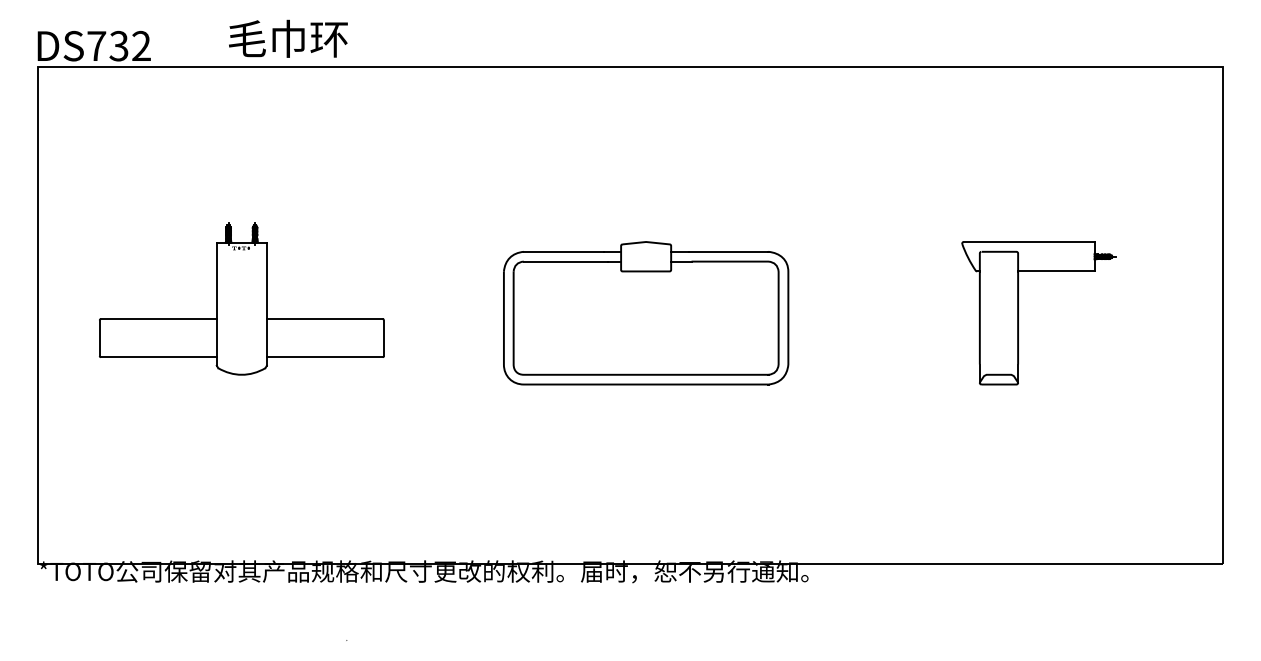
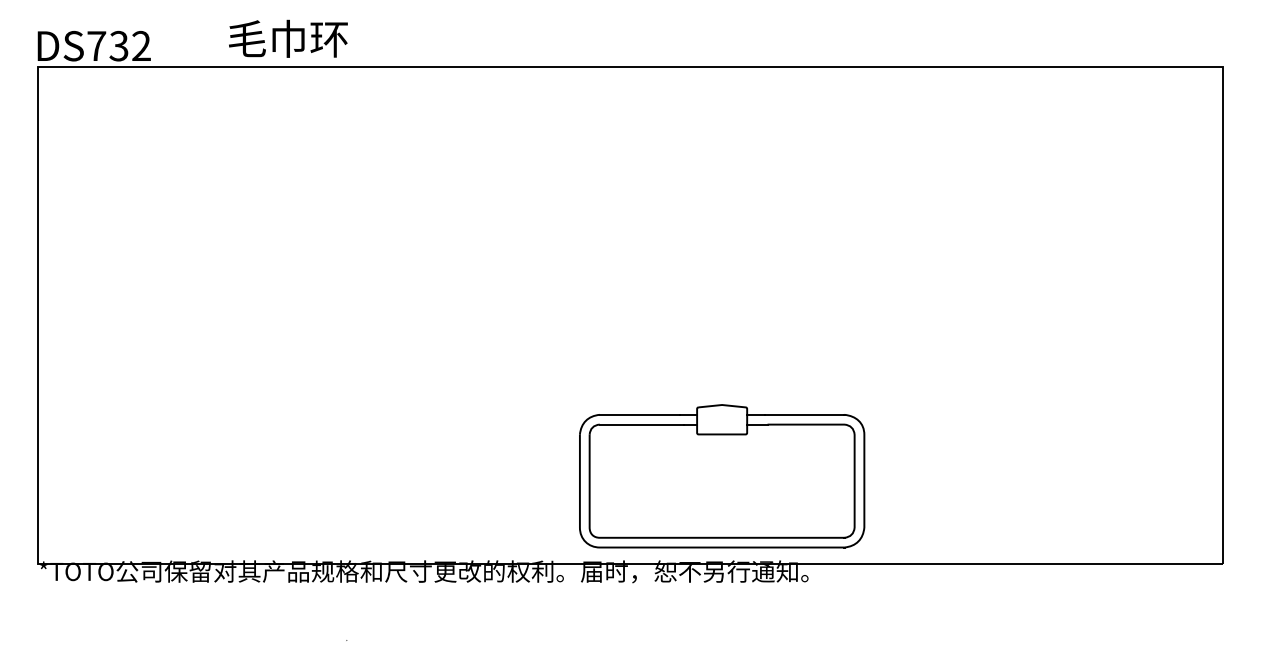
part at (241, 298): present -> none
part at (646, 313) position: (646, 313) -> (722, 476)
part at (1018, 313): present -> none
